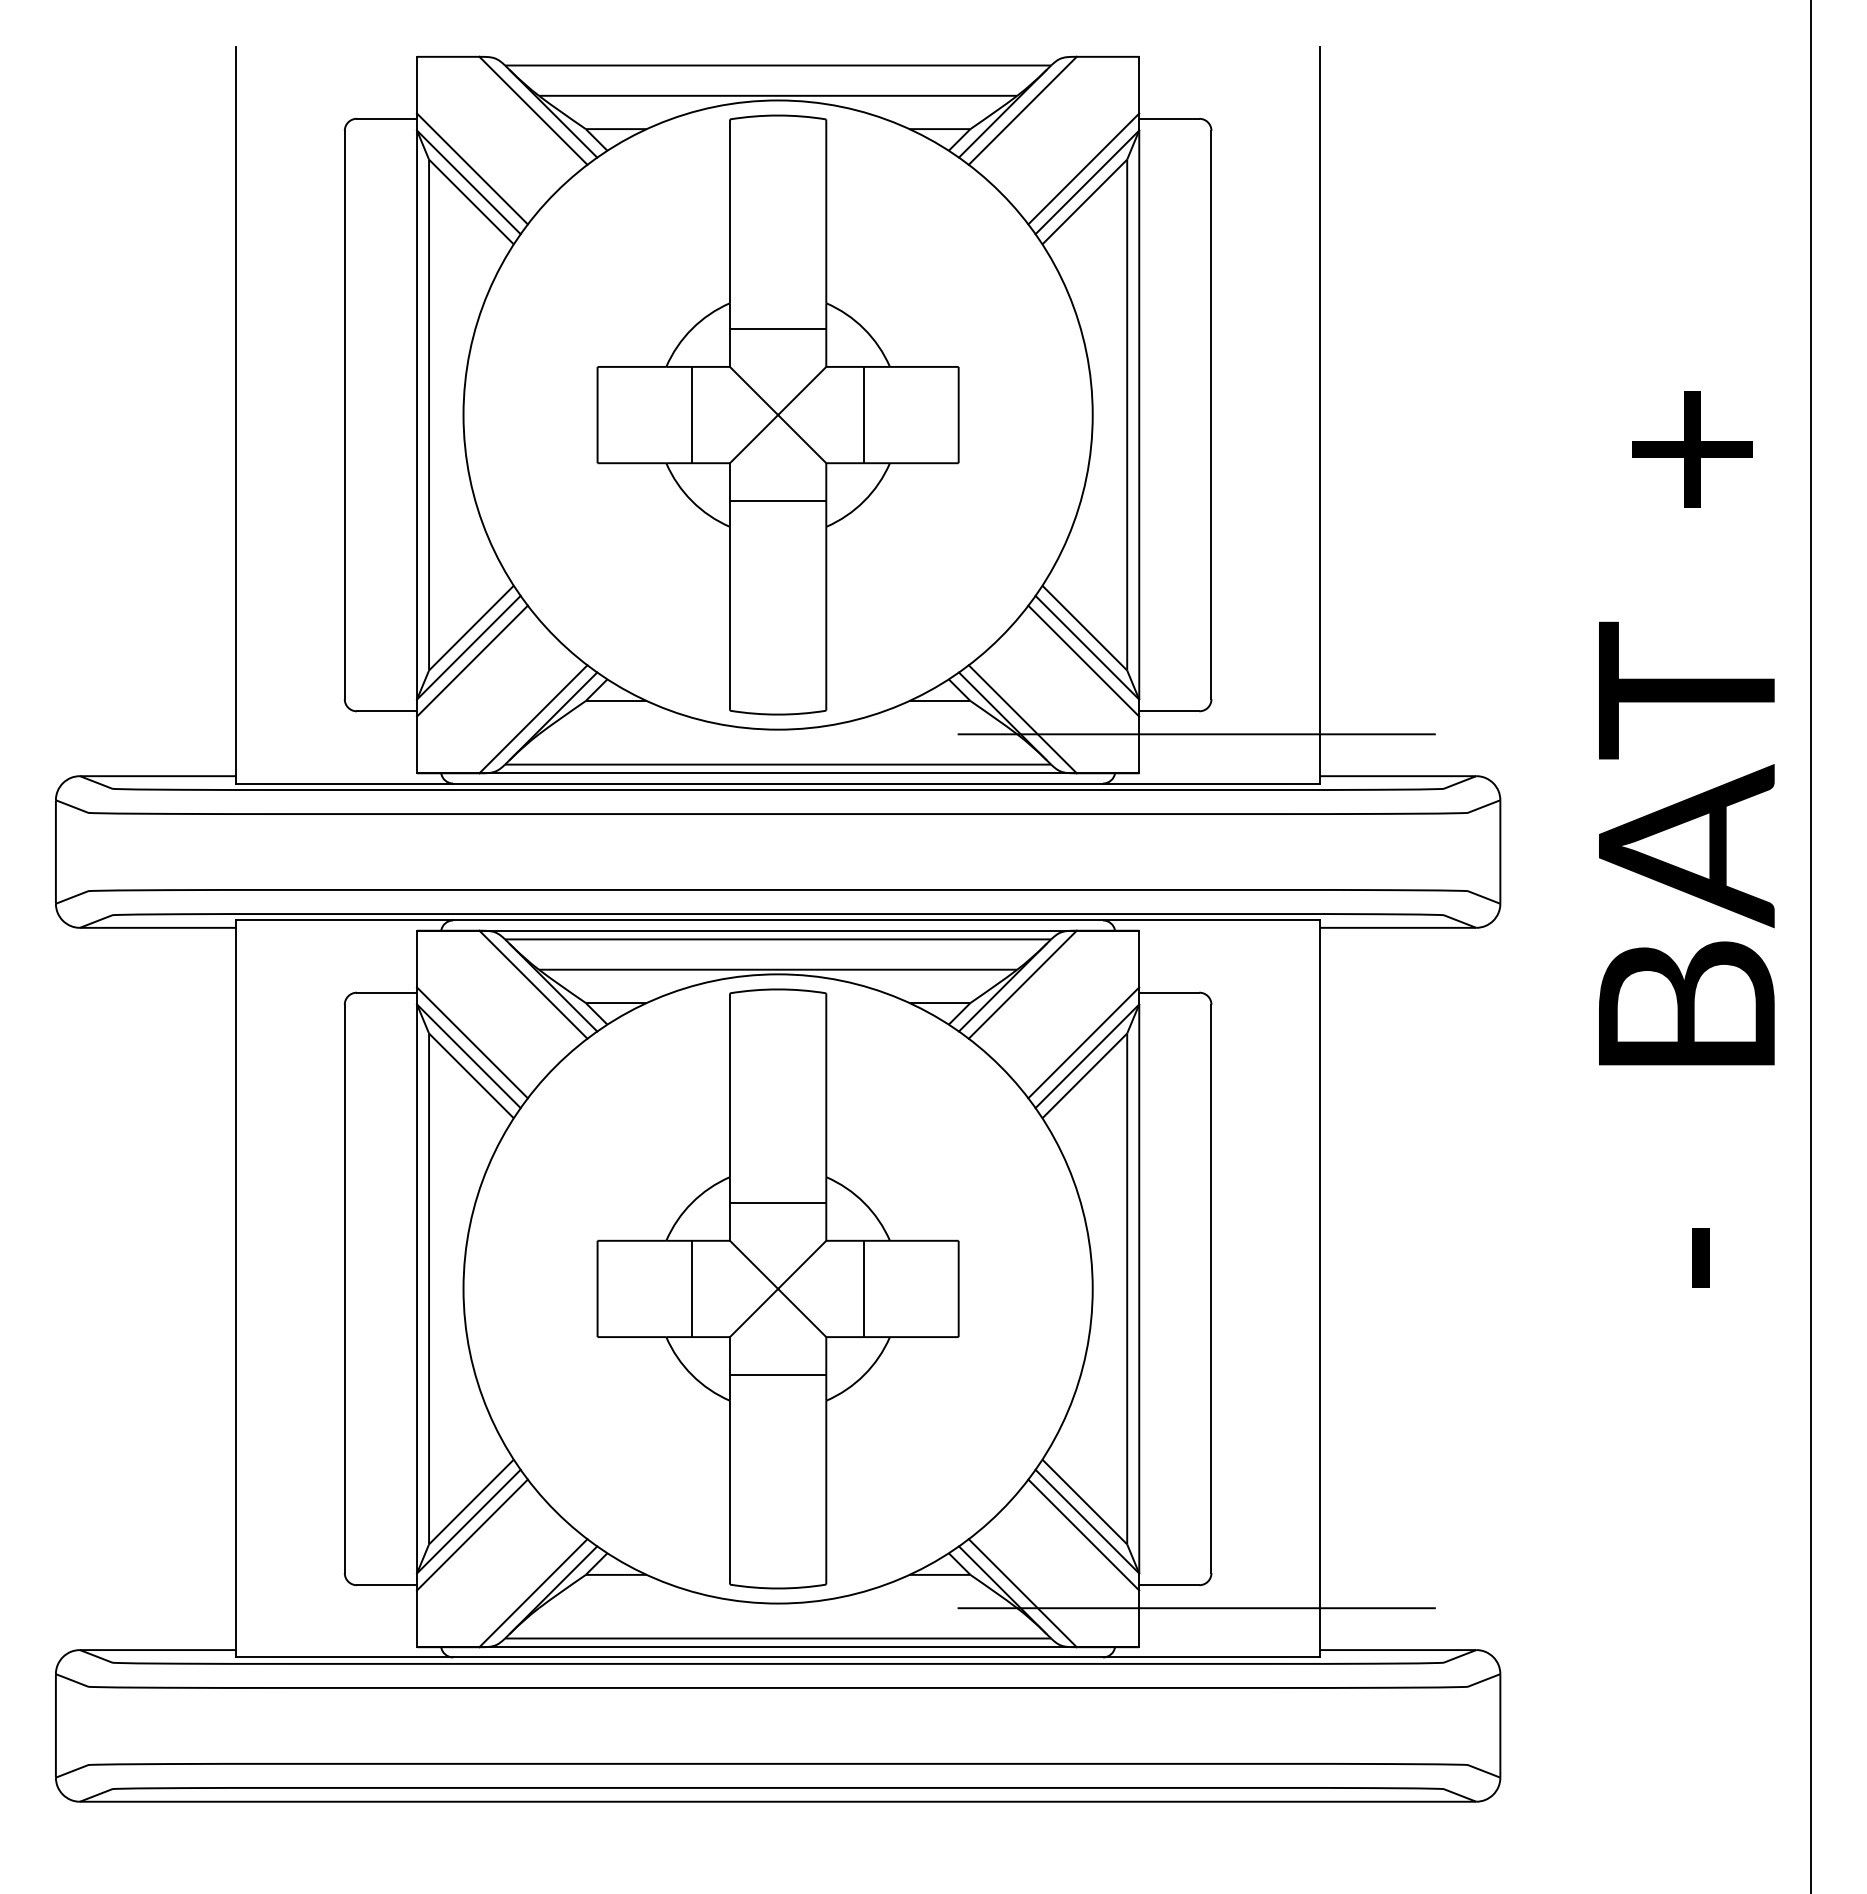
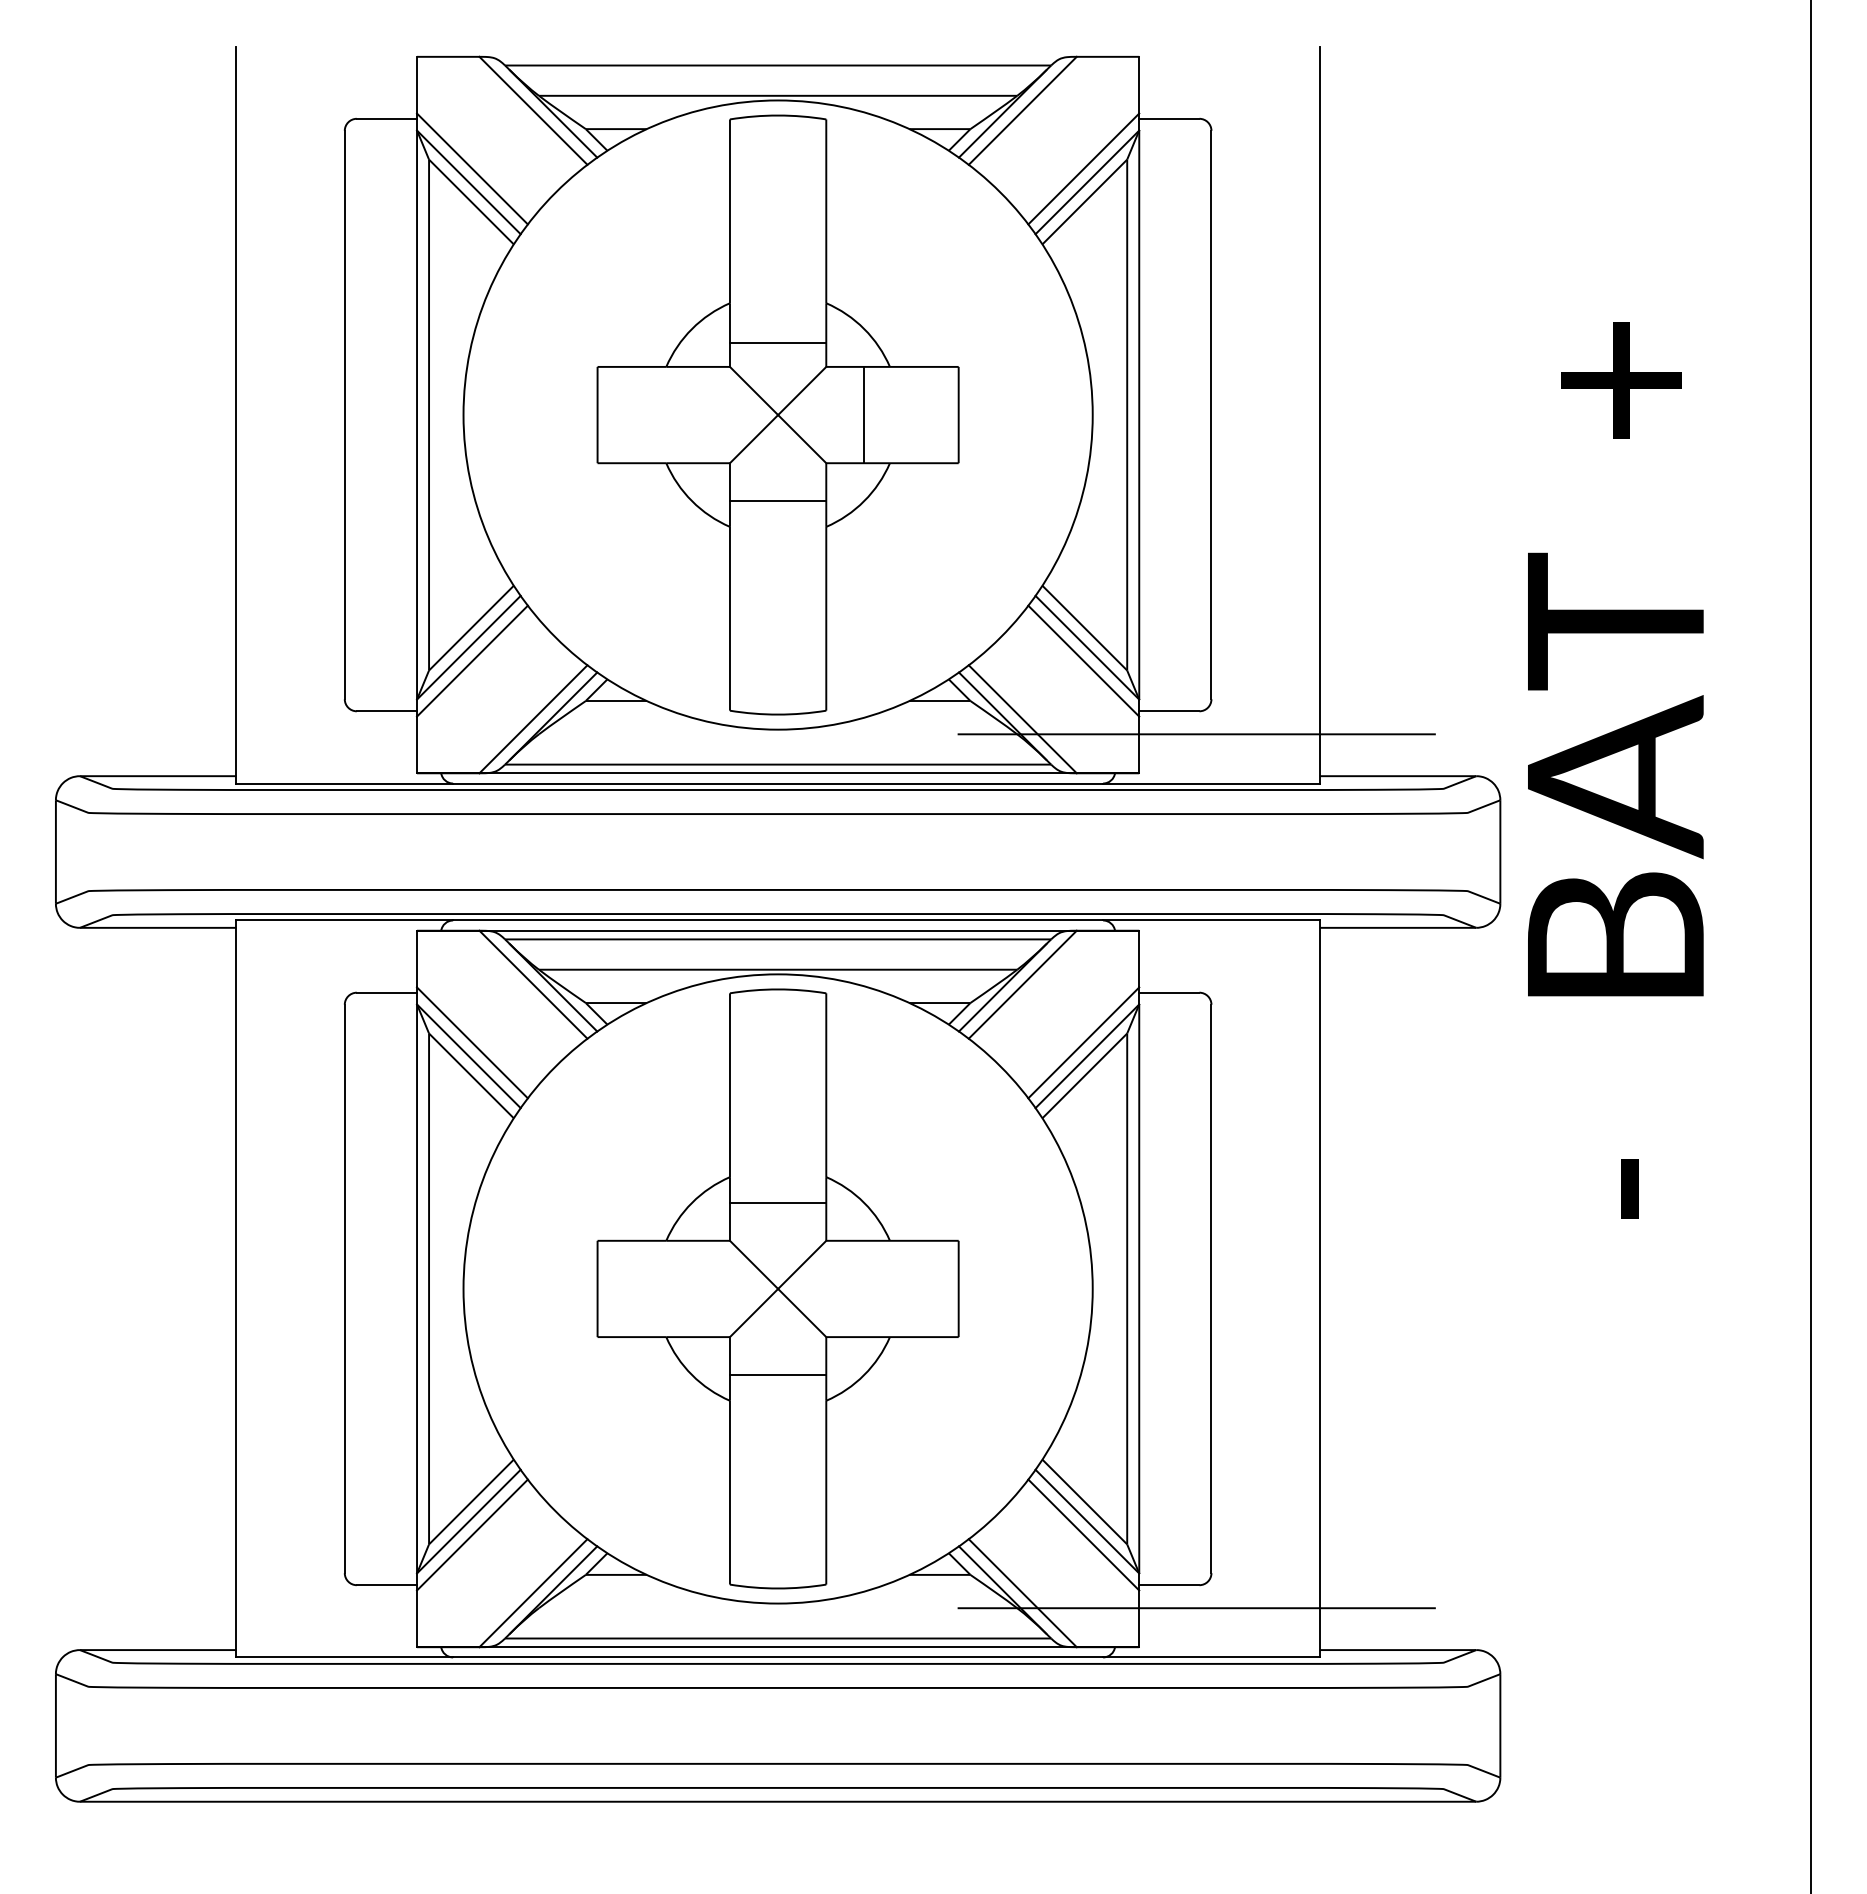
line at (777, 329) position: (777, 329) -> (777, 343)
line at (692, 414): present -> none
text at (1686, 839) position: (1686, 839) -> (1615, 770)
line at (692, 1288): present -> none
line at (863, 1288): present -> none
